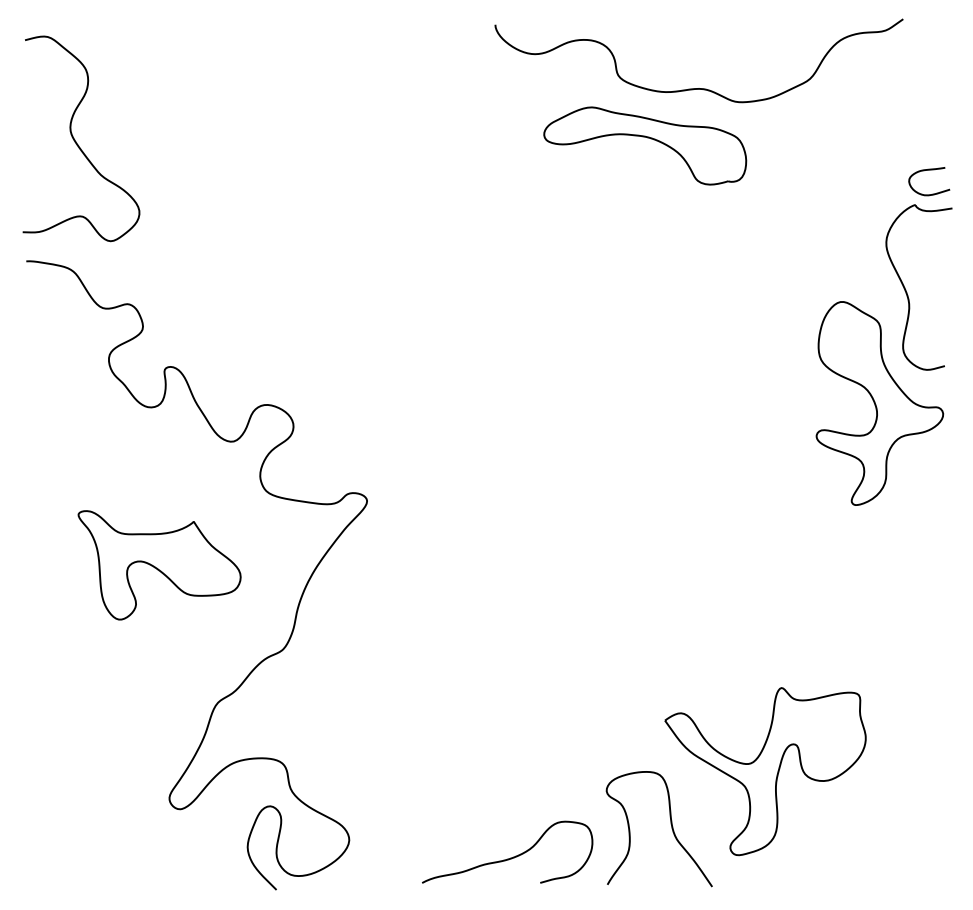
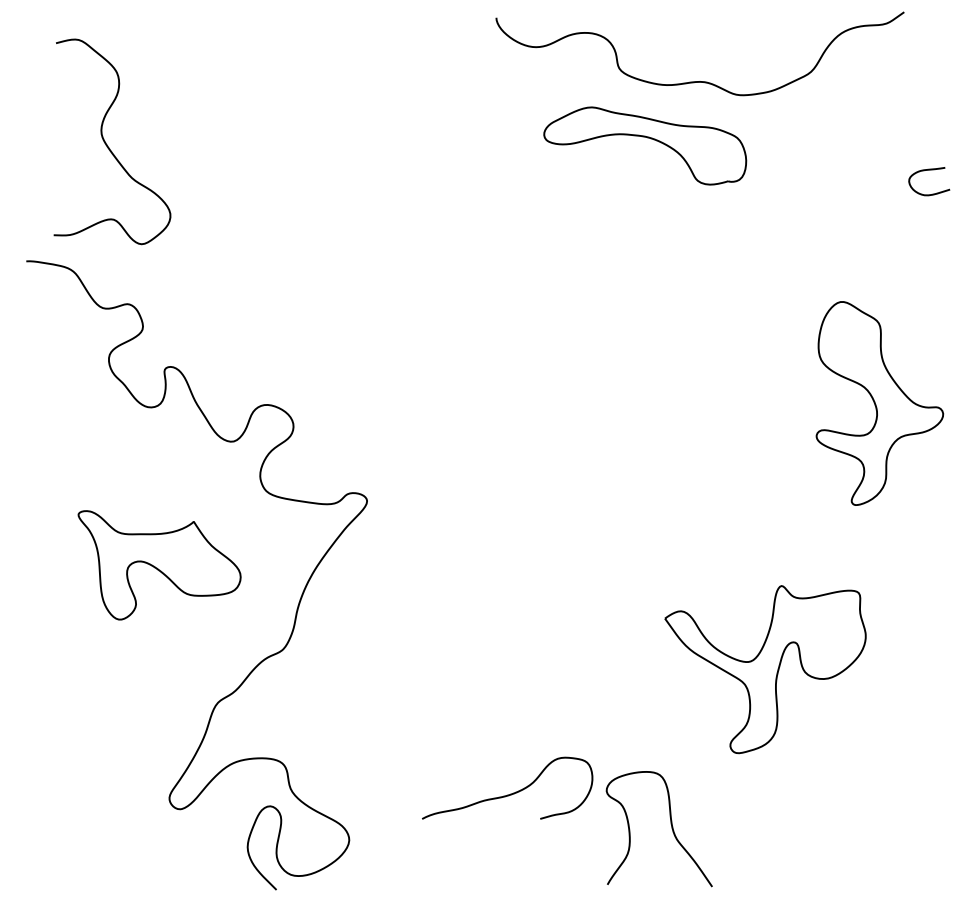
curve at (698, 88) position: (698, 88) -> (699, 81)
curve at (76, 141) position: (76, 141) -> (107, 144)
part at (907, 292): present -> none
part at (765, 771) position: (765, 771) -> (765, 669)
curve at (510, 857) position: (510, 857) -> (510, 793)
